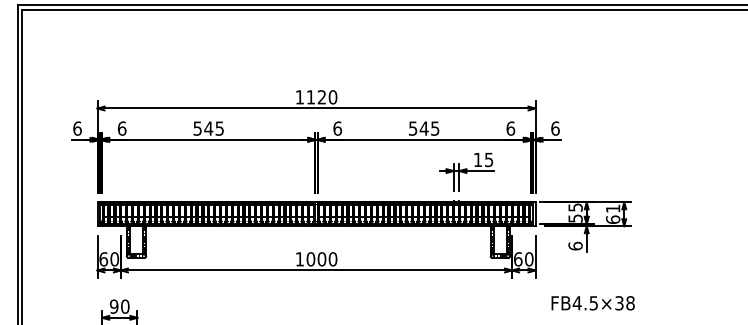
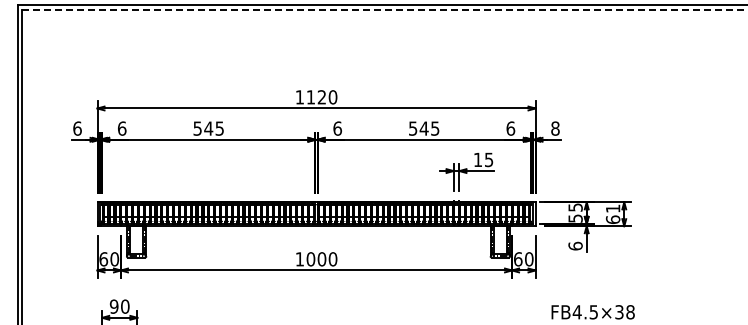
line at (385, 9): solid -> dashed
text at (555, 128): 6 -> 8
text at (592, 303) position: (592, 303) -> (592, 312)
